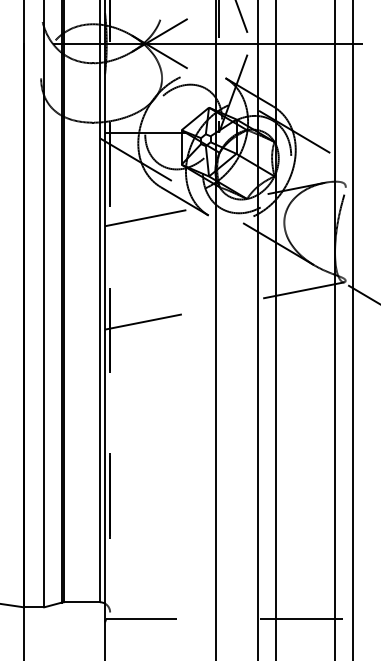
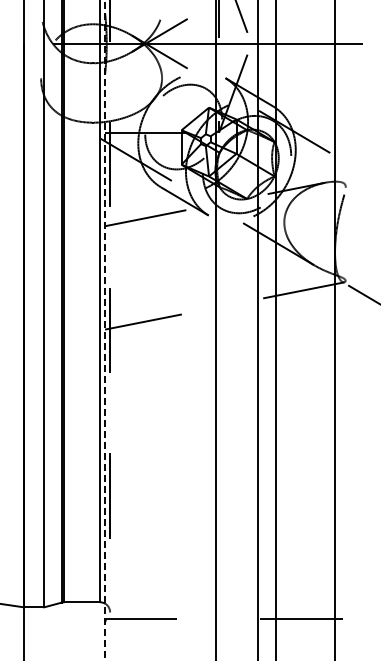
line at (352, 329): present -> none
line at (105, 330): solid -> dashed
